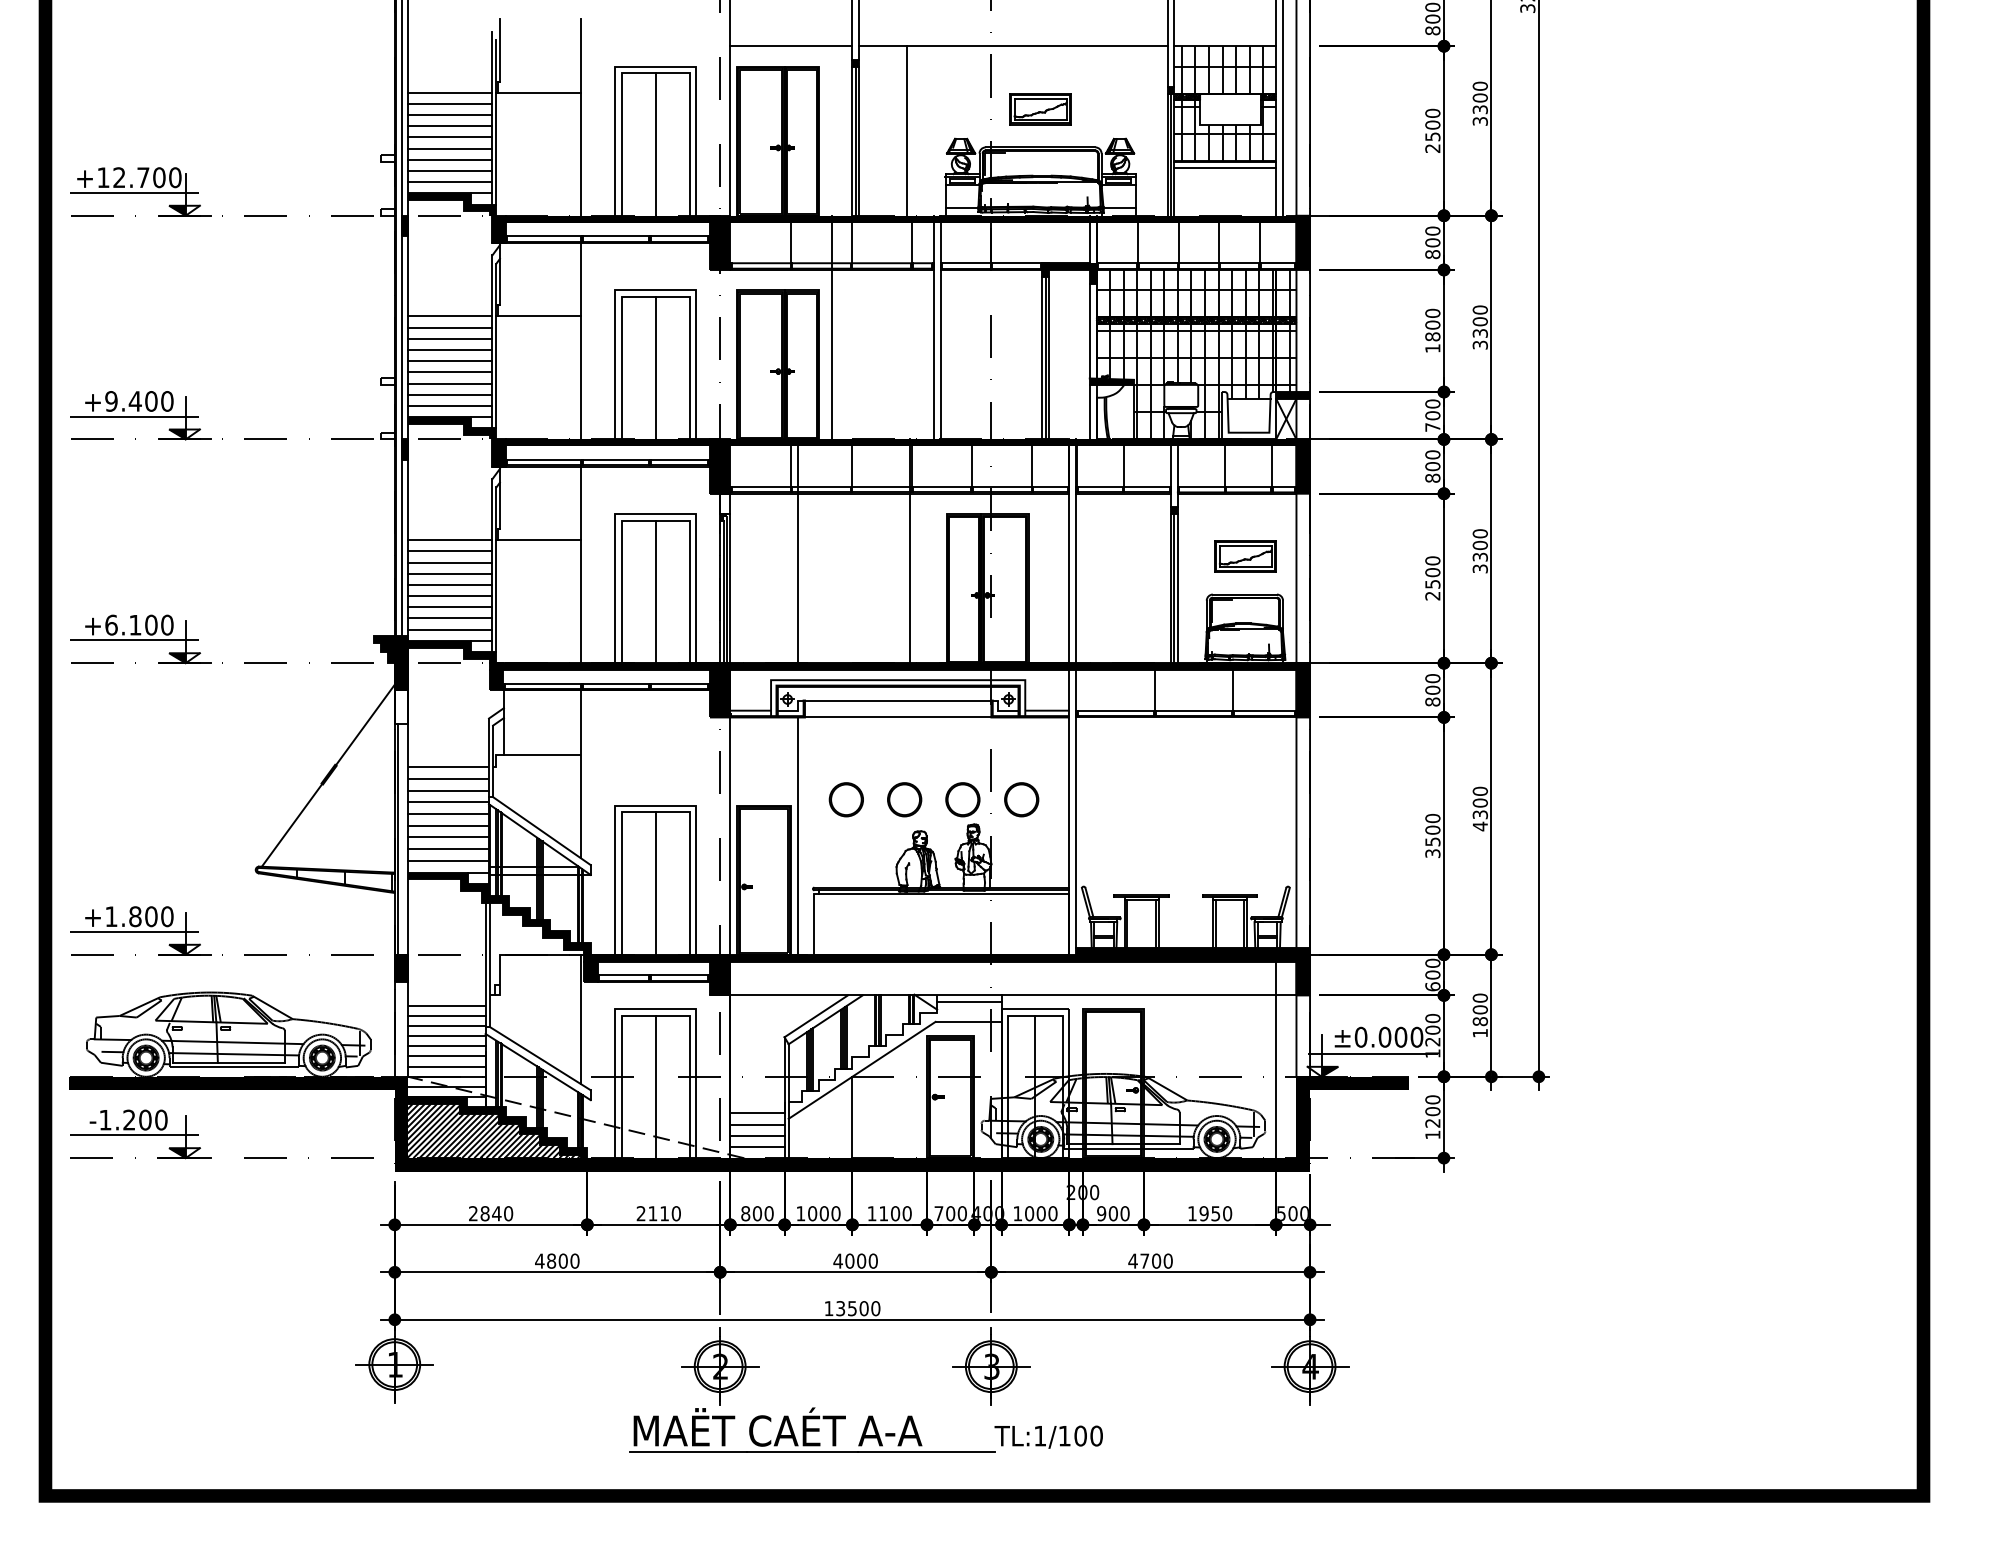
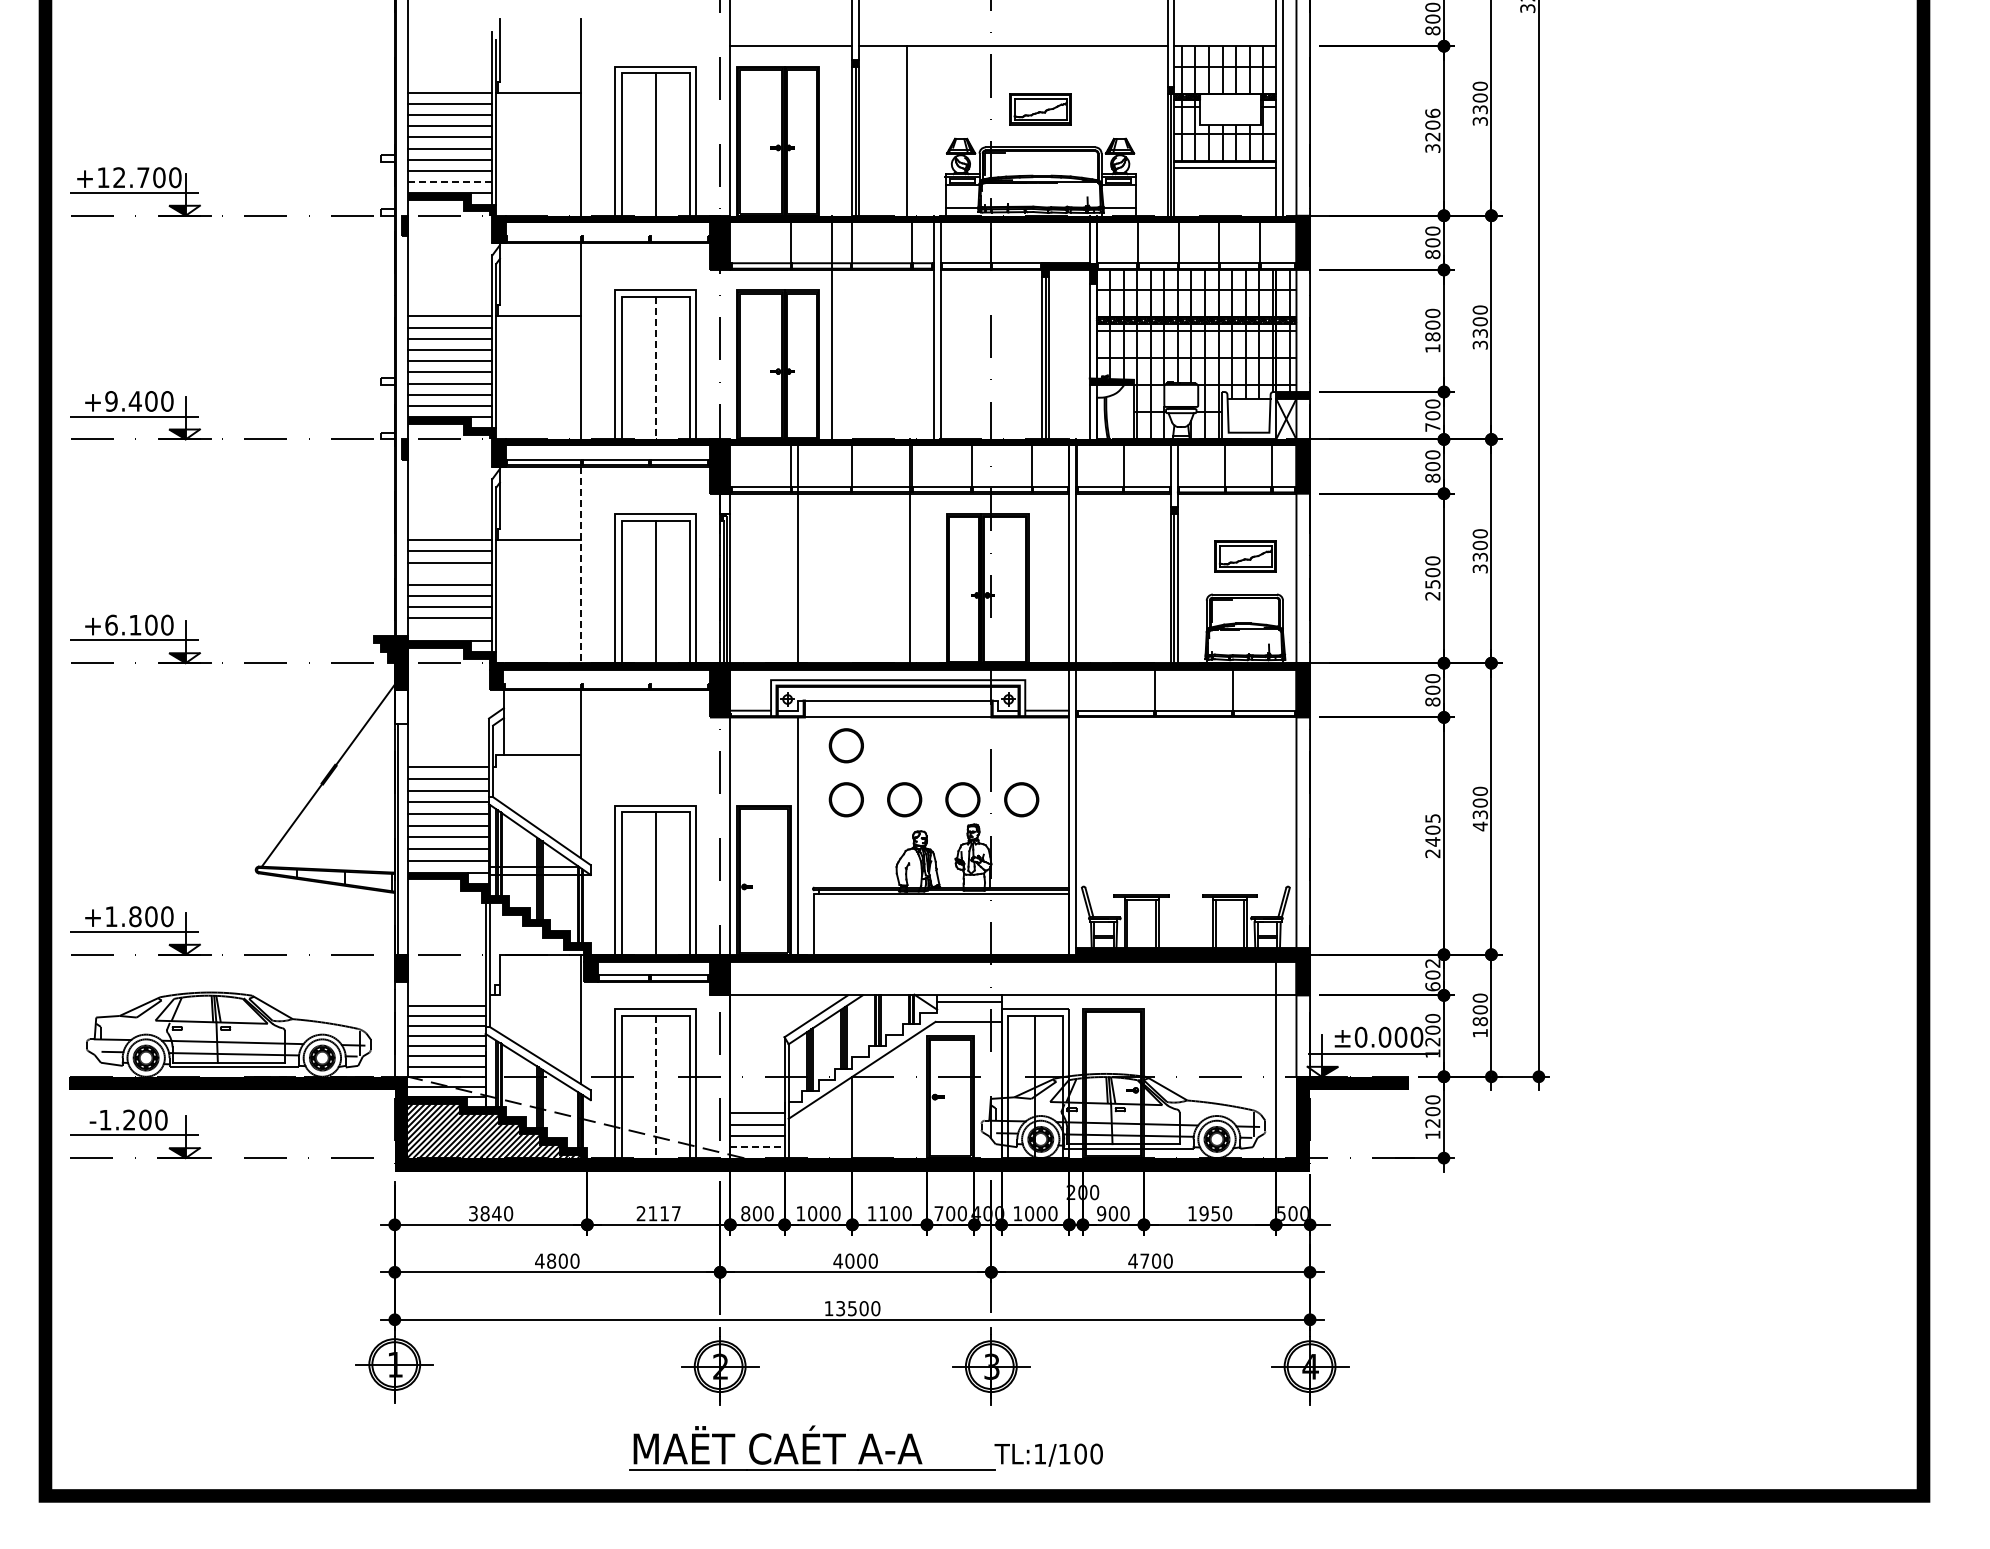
text at (1432, 130): 2500 -> 3206
line at (450, 182): solid -> dashed
line at (607, 236): present -> none
line at (401, 319): present -> none
line at (655, 368): solid -> dashed
line at (581, 565): solid -> dashed
line at (450, 573): present -> none
line at (450, 629): present -> none
line at (606, 683): present -> none
part at (845, 745): none -> present
text at (1432, 835): 3500 -> 2405
text at (1432, 962): 600 -> 602
line at (655, 1087): solid -> dashed
line at (757, 1146): solid -> dashed
text at (473, 1213): 2840 -> 3840
text at (675, 1213): 2110 -> 2117
part at (865, 1429) position: (865, 1429) -> (865, 1447)
